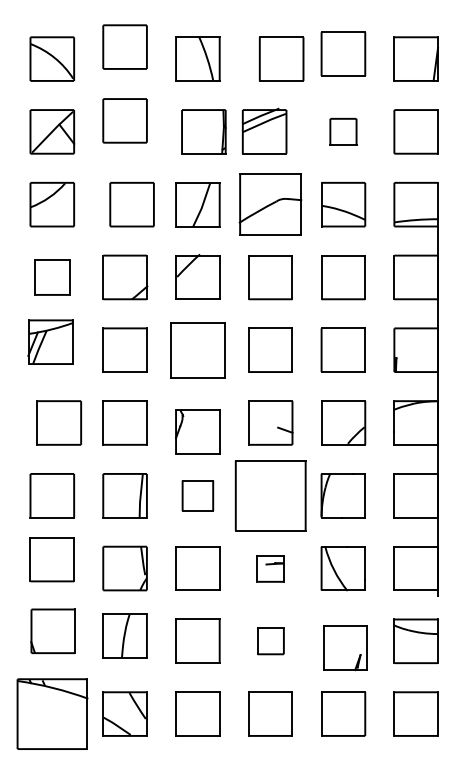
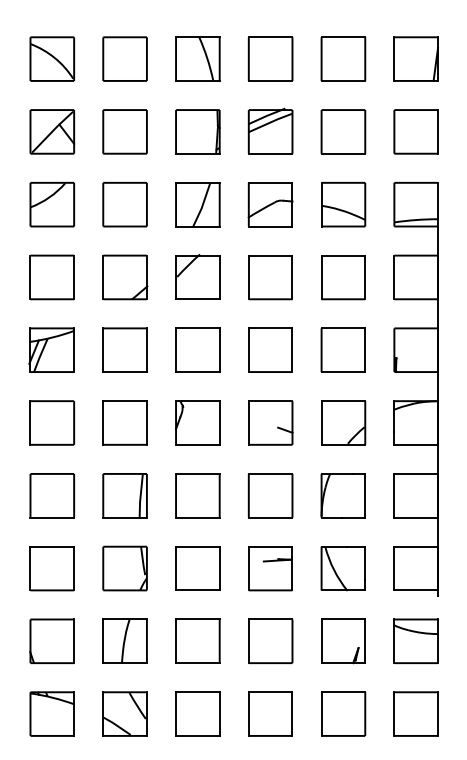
part at (124, 46) position: (124, 46) -> (124, 58)
part at (343, 53) position: (343, 53) -> (343, 58)
part at (281, 58) position: (281, 58) -> (270, 58)
part at (124, 120) position: (124, 120) -> (124, 131)
part at (264, 130) position: (264, 130) -> (270, 130)
part at (203, 131) position: (203, 131) -> (197, 131)
part at (343, 131) size: 29x29 px -> 47x46 px
part at (131, 204) position: (131, 204) -> (124, 204)
part at (270, 204) size: 65x63 px -> 47x46 px
part at (52, 277) size: 37x37 px -> 46x47 px
part at (50, 341) position: (50, 341) -> (51, 349)
part at (197, 350) size: 56x57 px -> 46x46 px
part at (58, 422) position: (58, 422) -> (51, 422)
part at (197, 431) position: (197, 431) -> (197, 422)
part at (197, 495) size: 34x32 px -> 46x46 px
part at (270, 495) size: 73x72 px -> 47x46 px
part at (51, 559) position: (51, 559) -> (51, 568)
part at (270, 568) size: 29x28 px -> 45x46 px
part at (52, 630) position: (52, 630) -> (51, 640)
part at (124, 635) position: (124, 635) -> (124, 640)
part at (270, 641) size: 28x29 px -> 46x46 px
part at (345, 648) position: (345, 648) -> (343, 641)
part at (52, 713) size: 73x72 px -> 46x46 px
